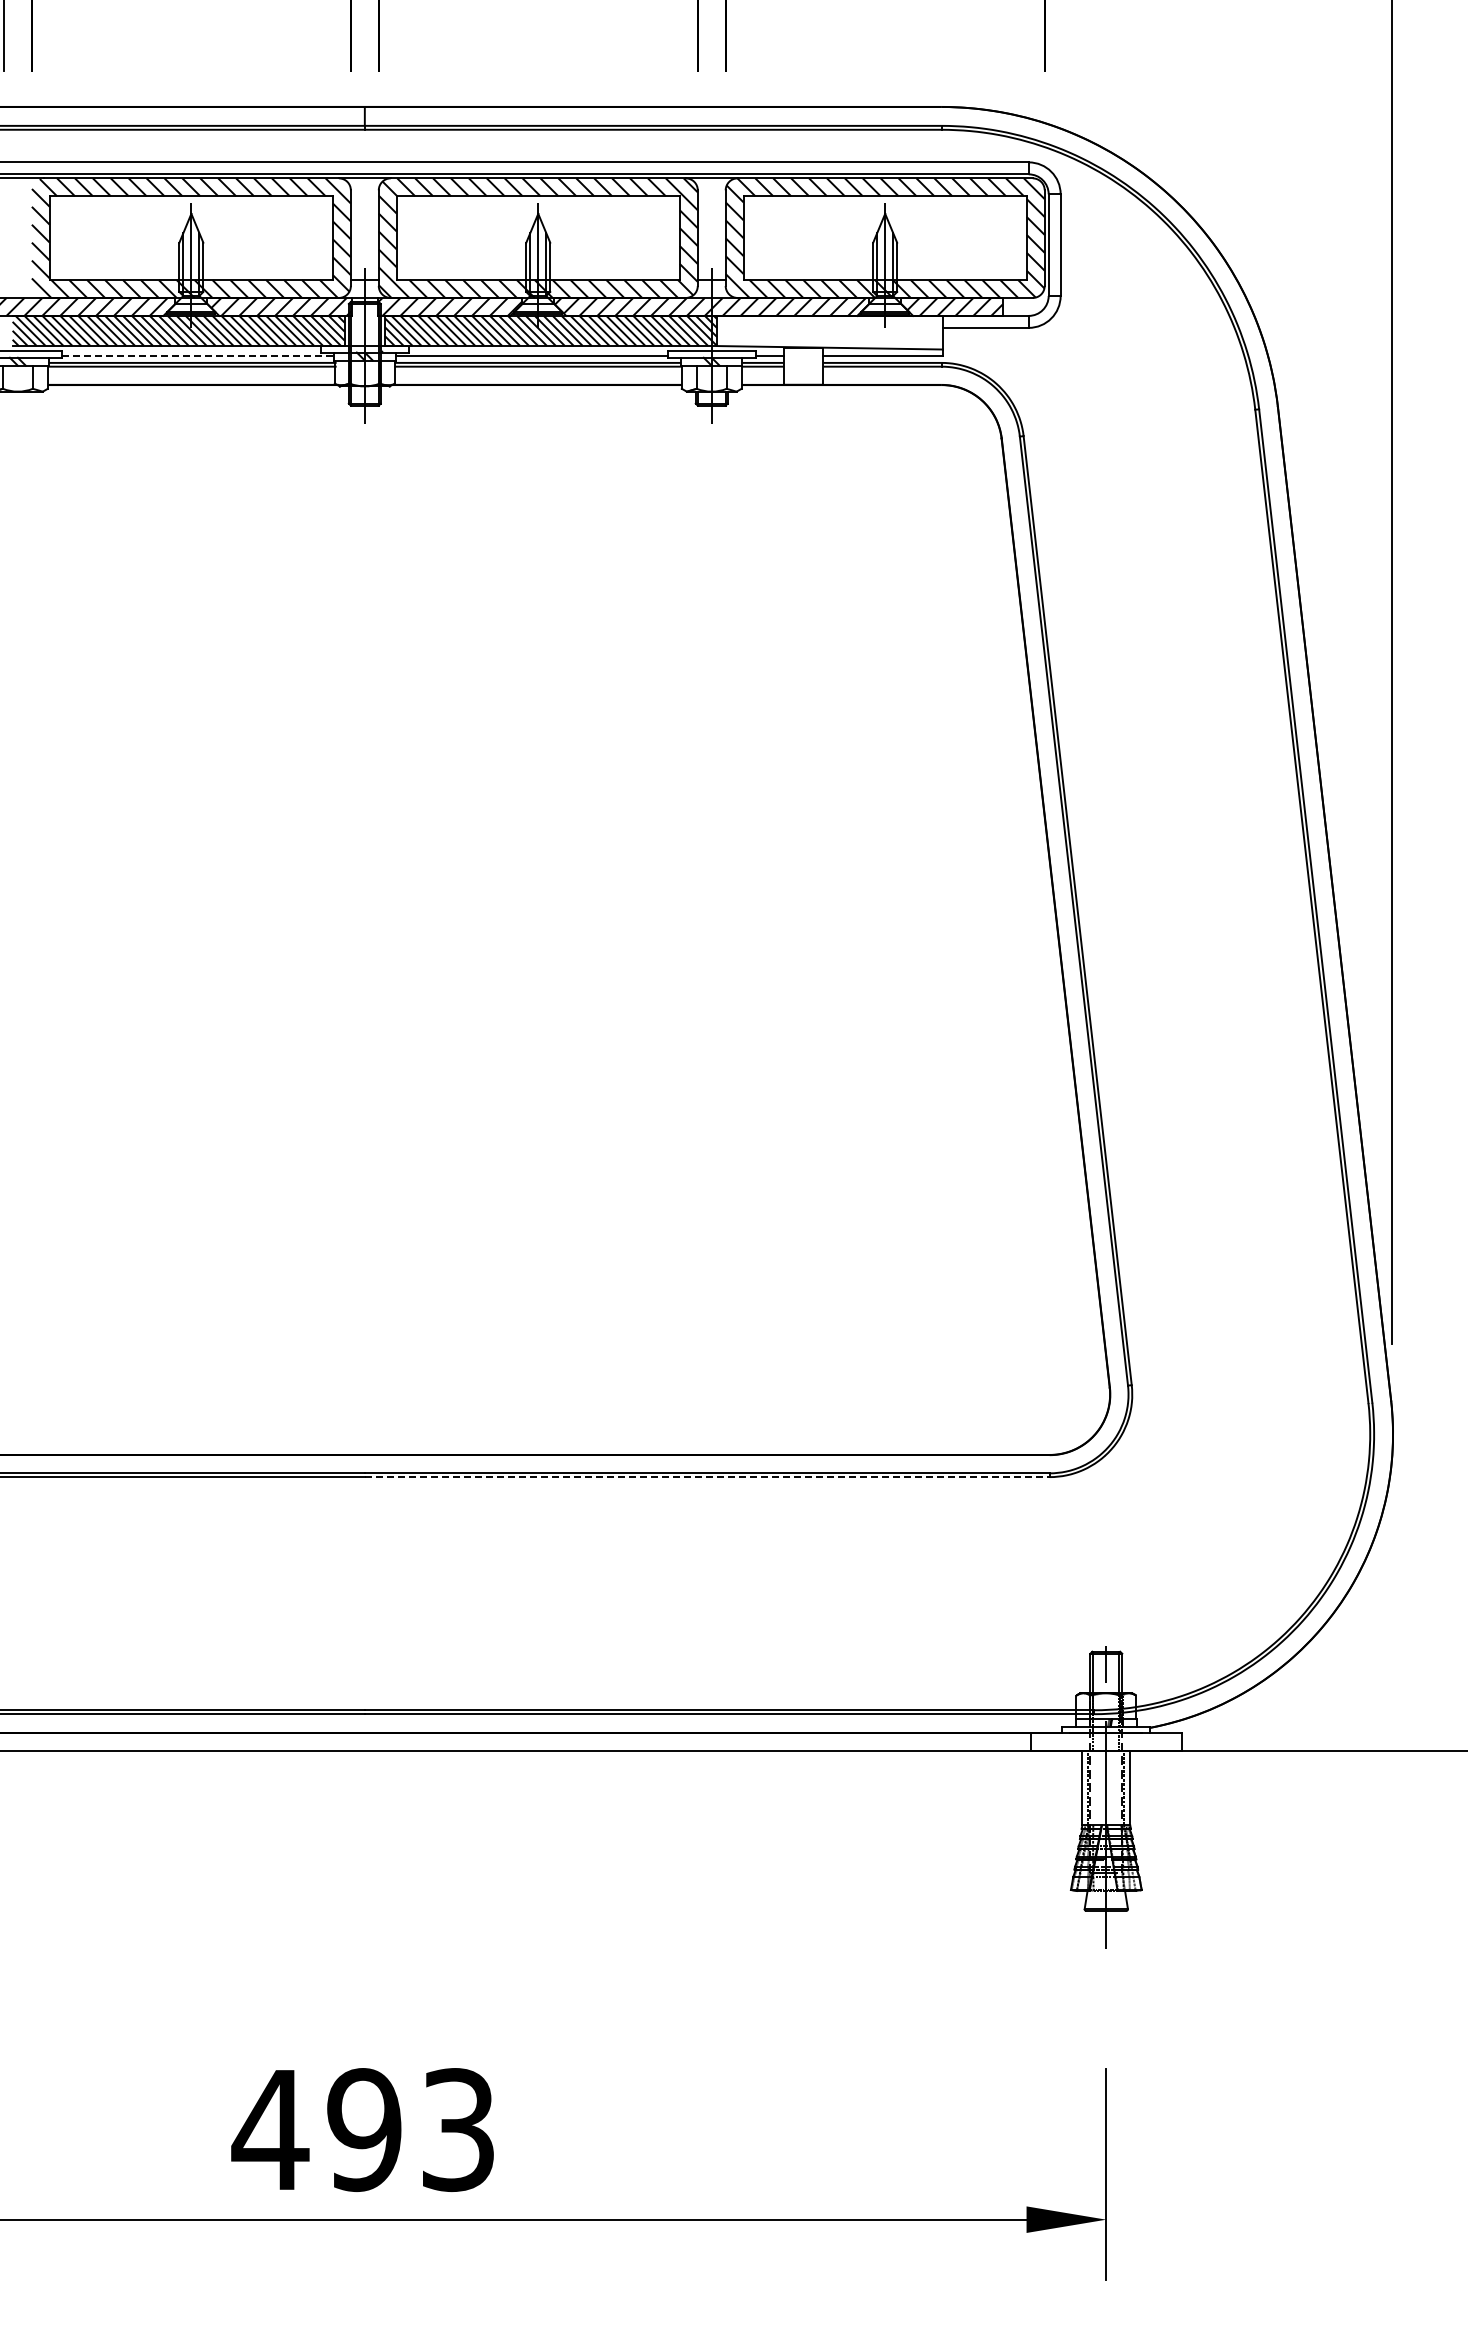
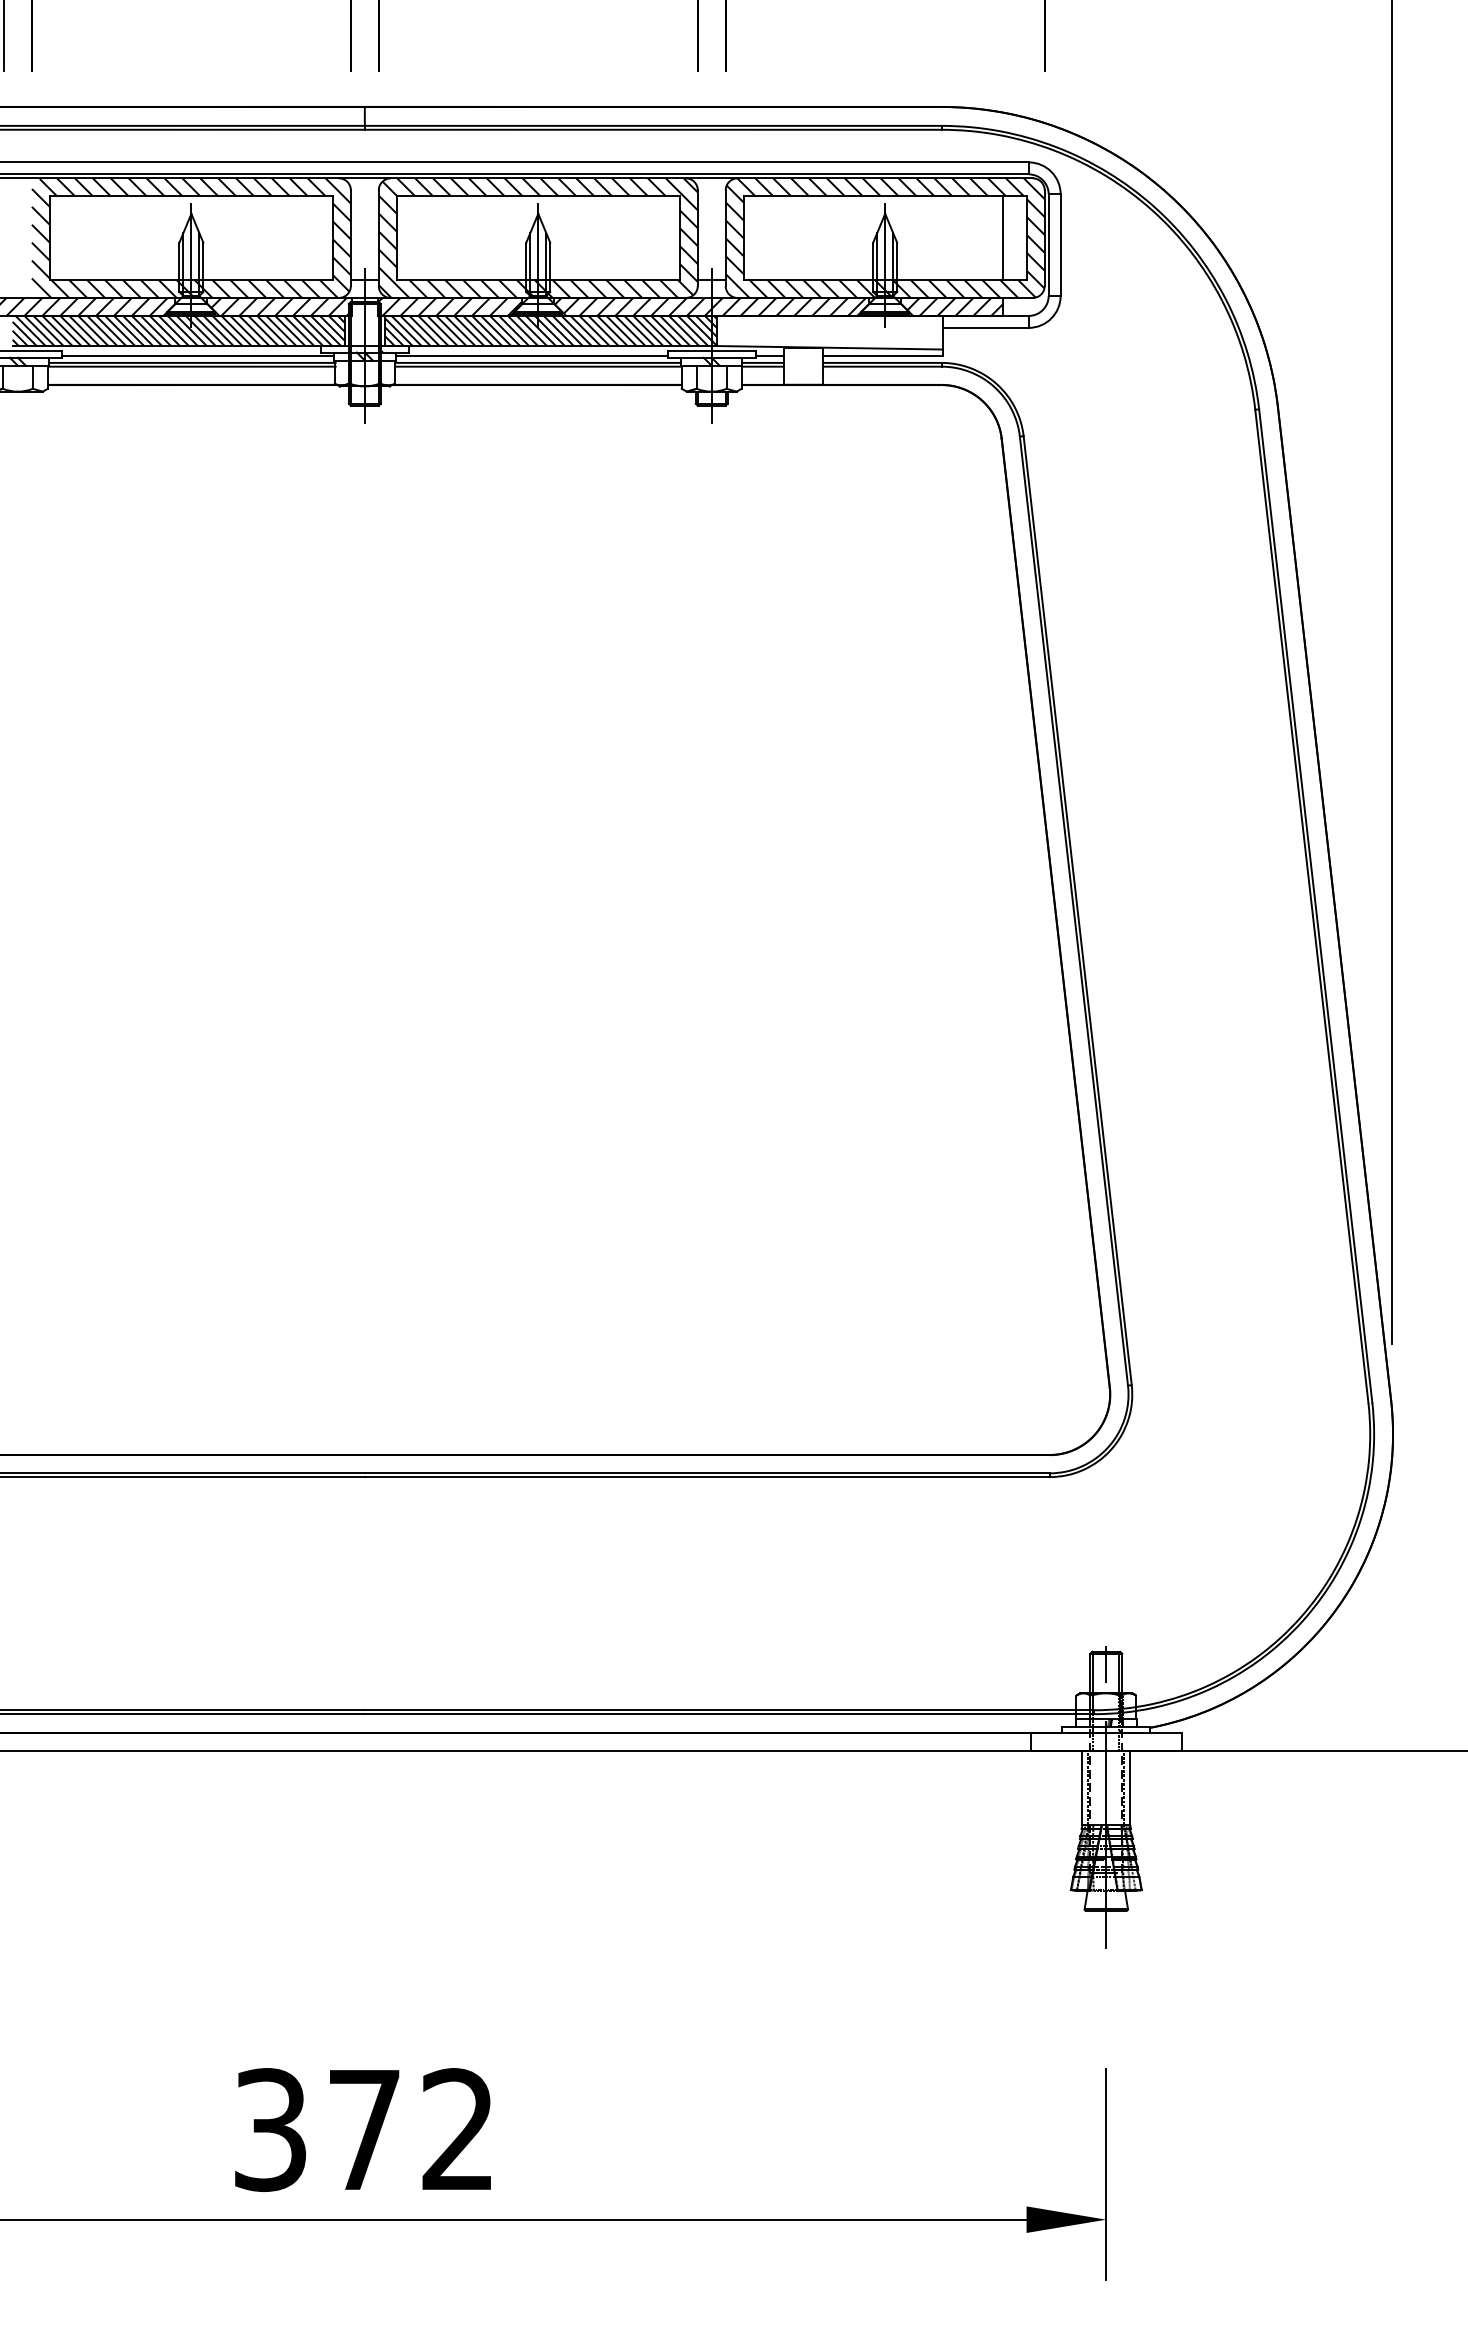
line at (1002, 238): none -> present
line at (198, 355): dashed -> solid
line at (707, 1477): dashed -> solid
text at (362, 2130): 493 -> 372
